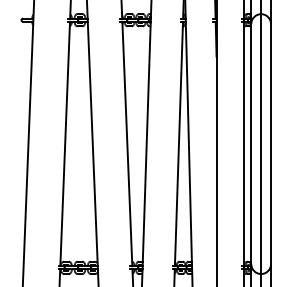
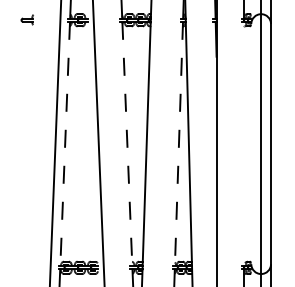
line at (28, 142) position: (28, 142) -> (55, 142)
line at (92, 142) position: (92, 142) -> (98, 142)
line at (251, 142): present -> none
line at (244, 143): present -> none
line at (65, 144): solid -> dashed
line at (127, 144): solid -> dashed
line at (178, 144): solid -> dashed
